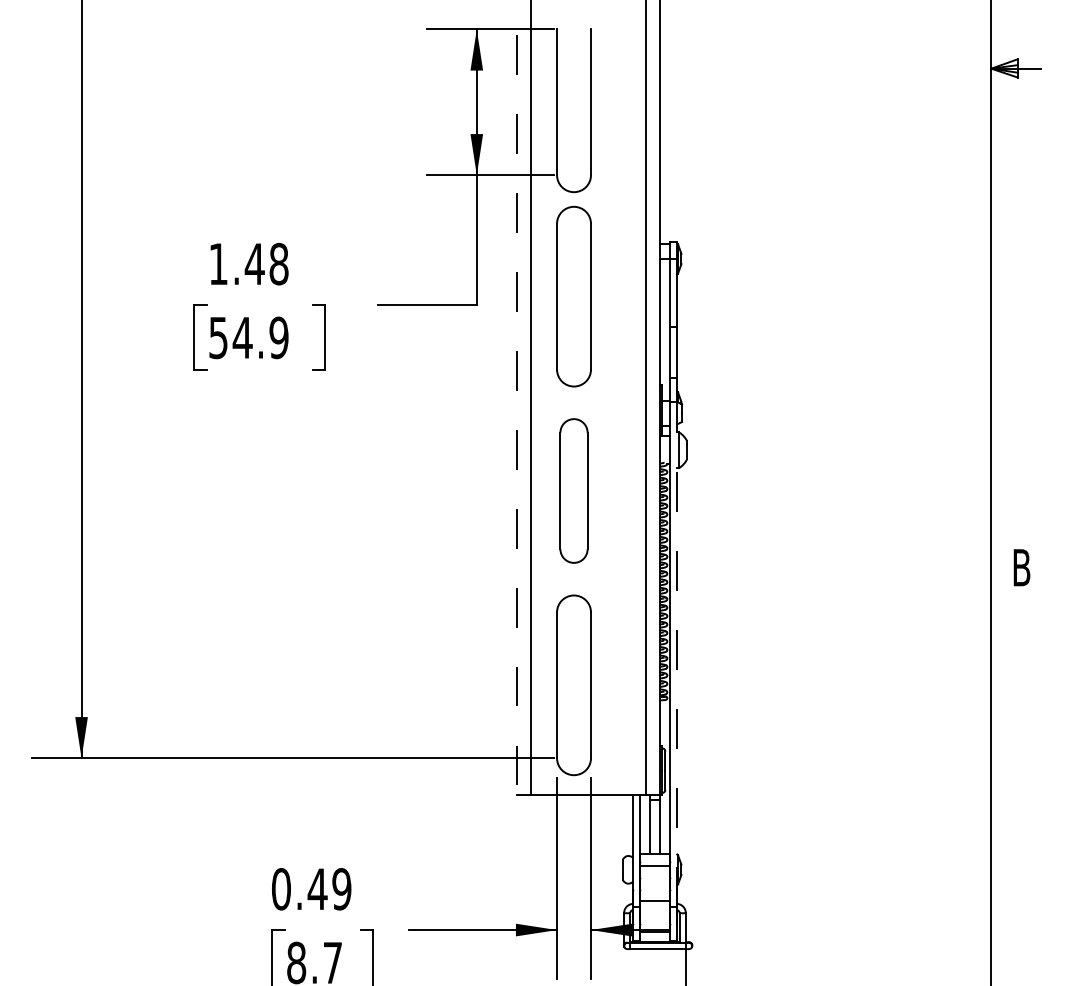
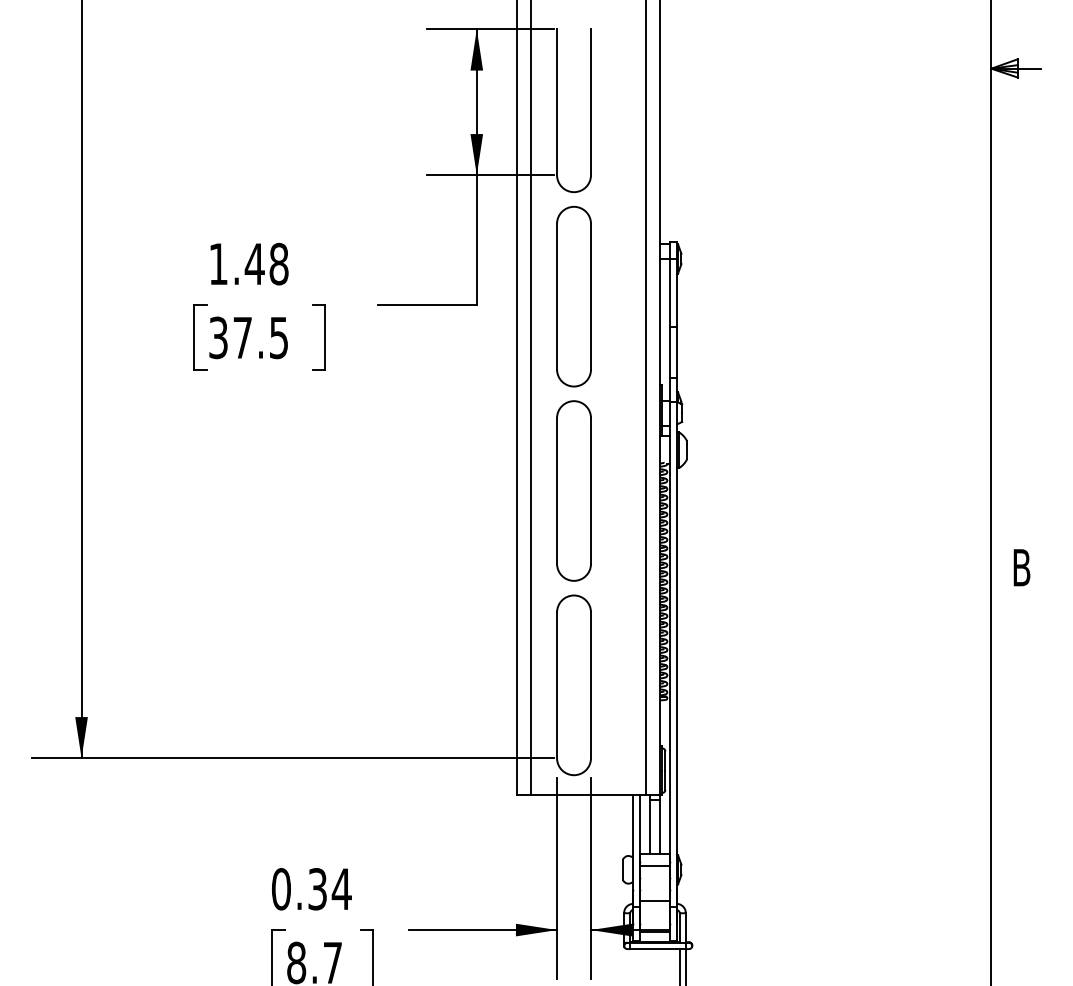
text at (248, 337): 54.9 -> 37.5
line at (516, 398): dashed -> solid
part at (573, 490) size: 30x146 px -> 36x182 px
line at (677, 654): dashed -> solid
text at (329, 889): 0.49 -> 0.34
line at (679, 965): none -> present
